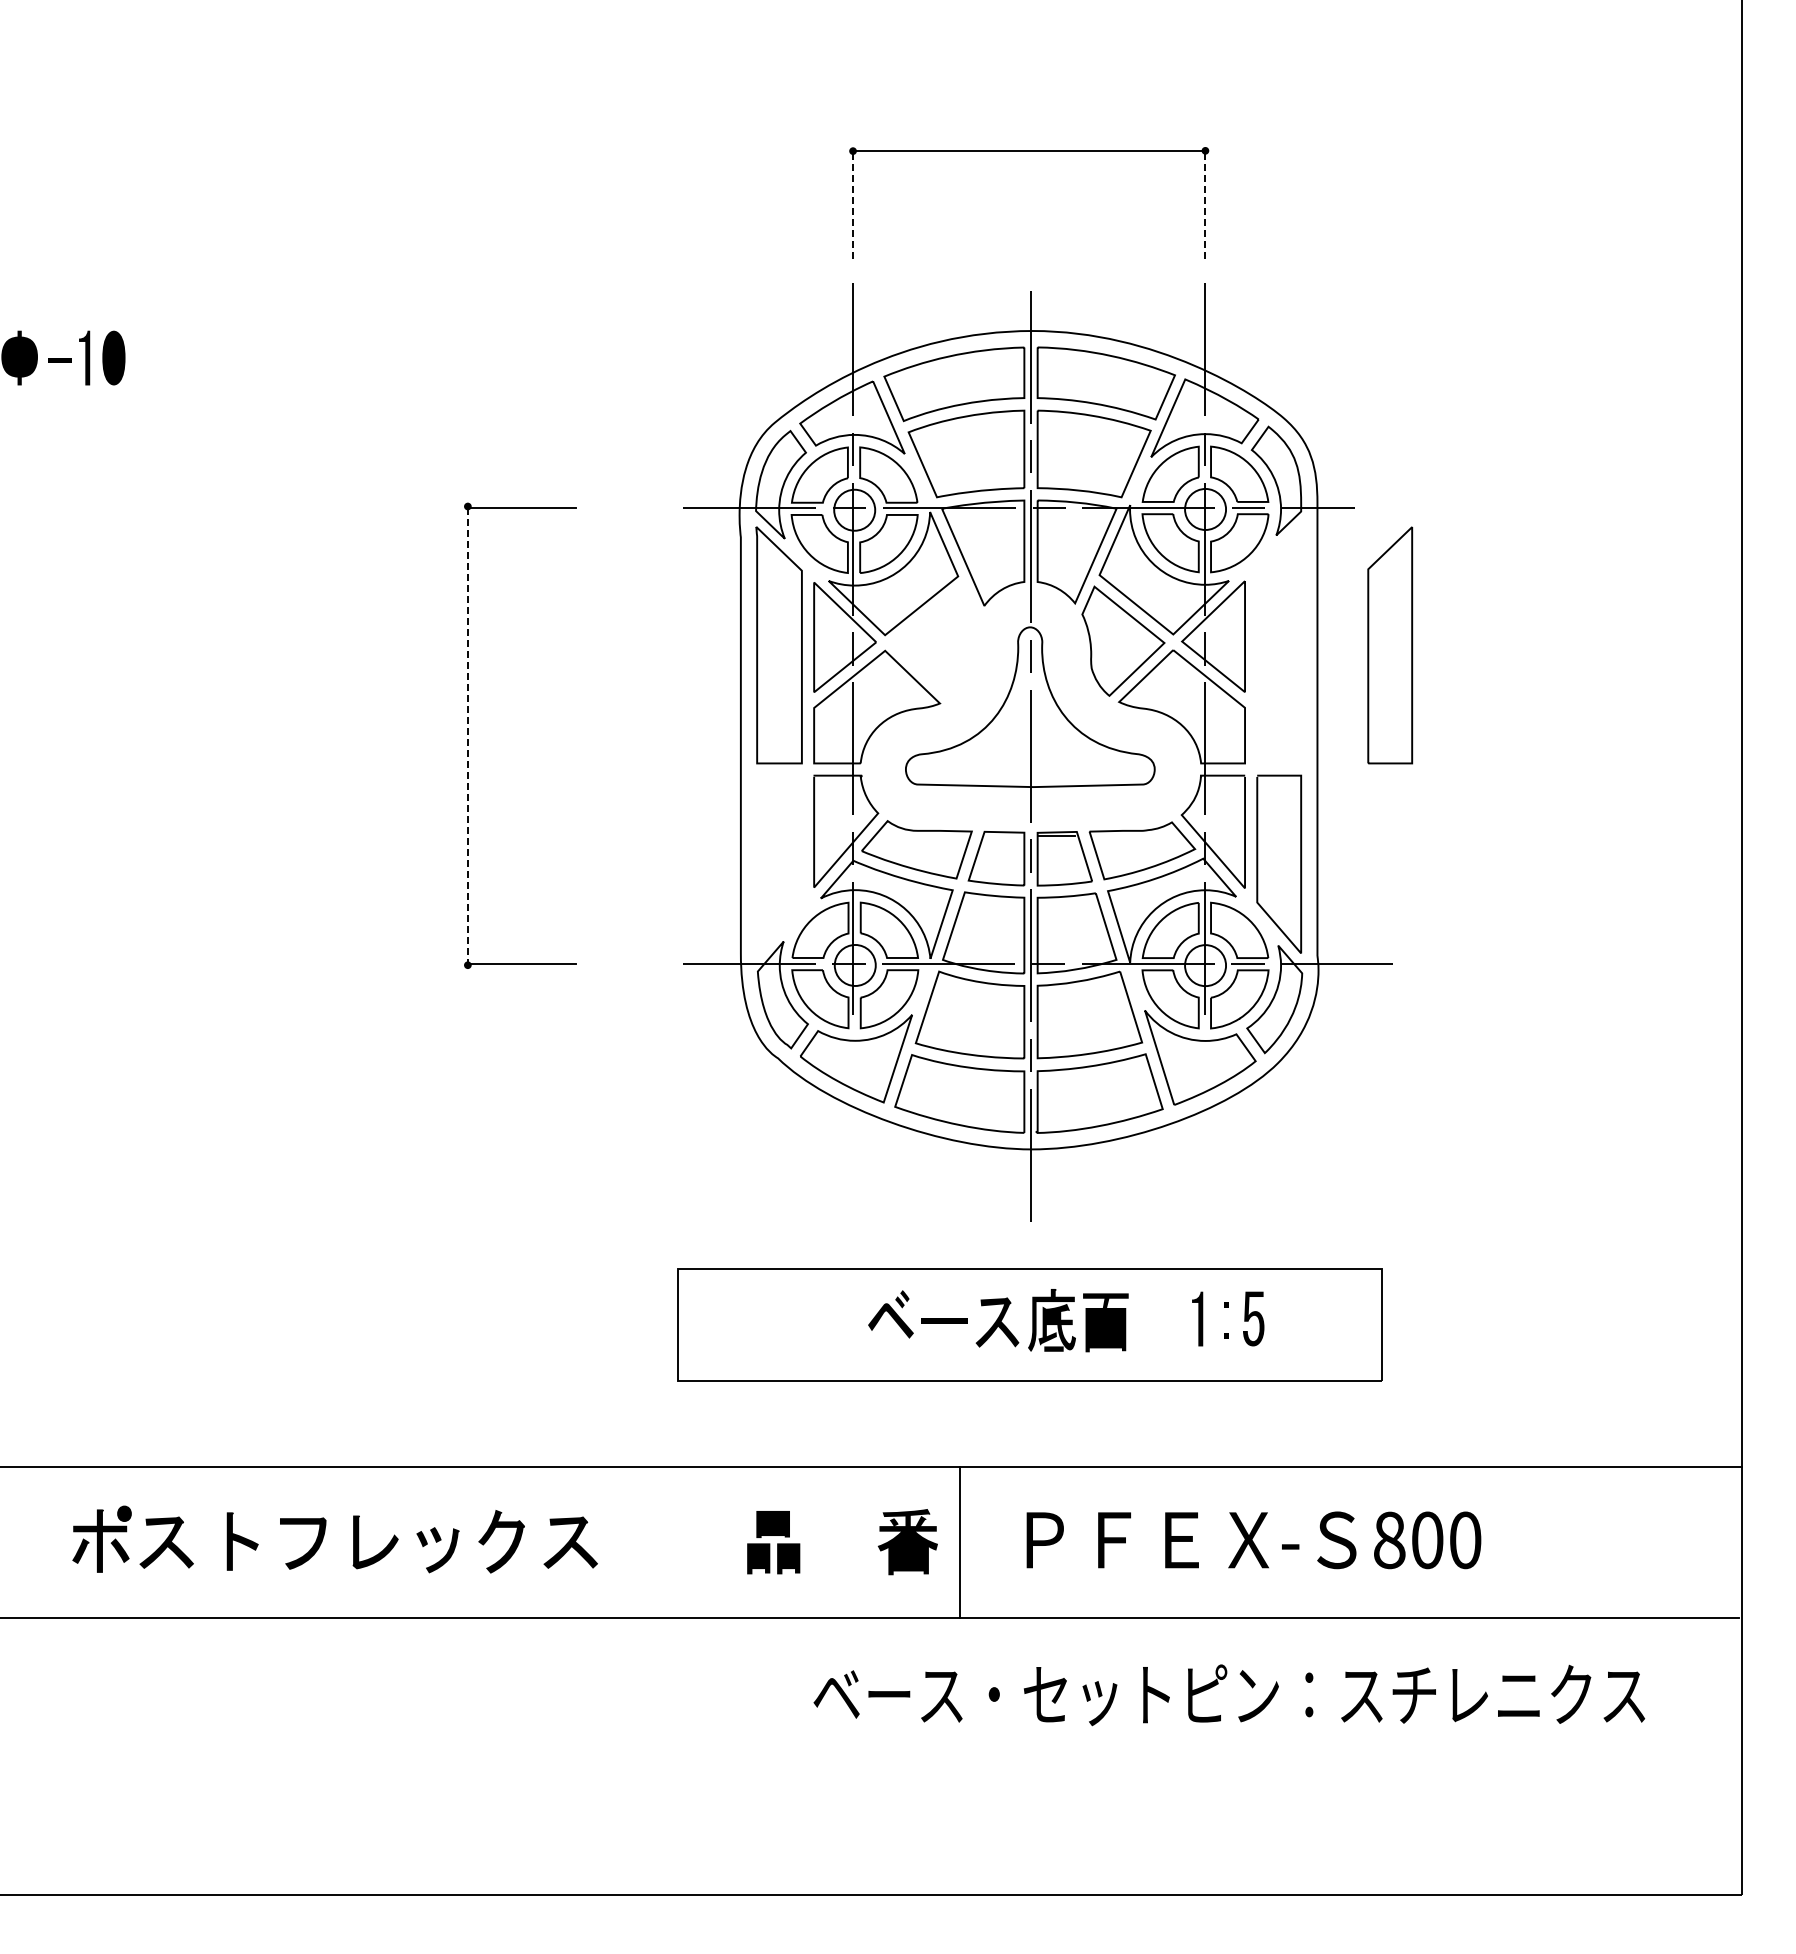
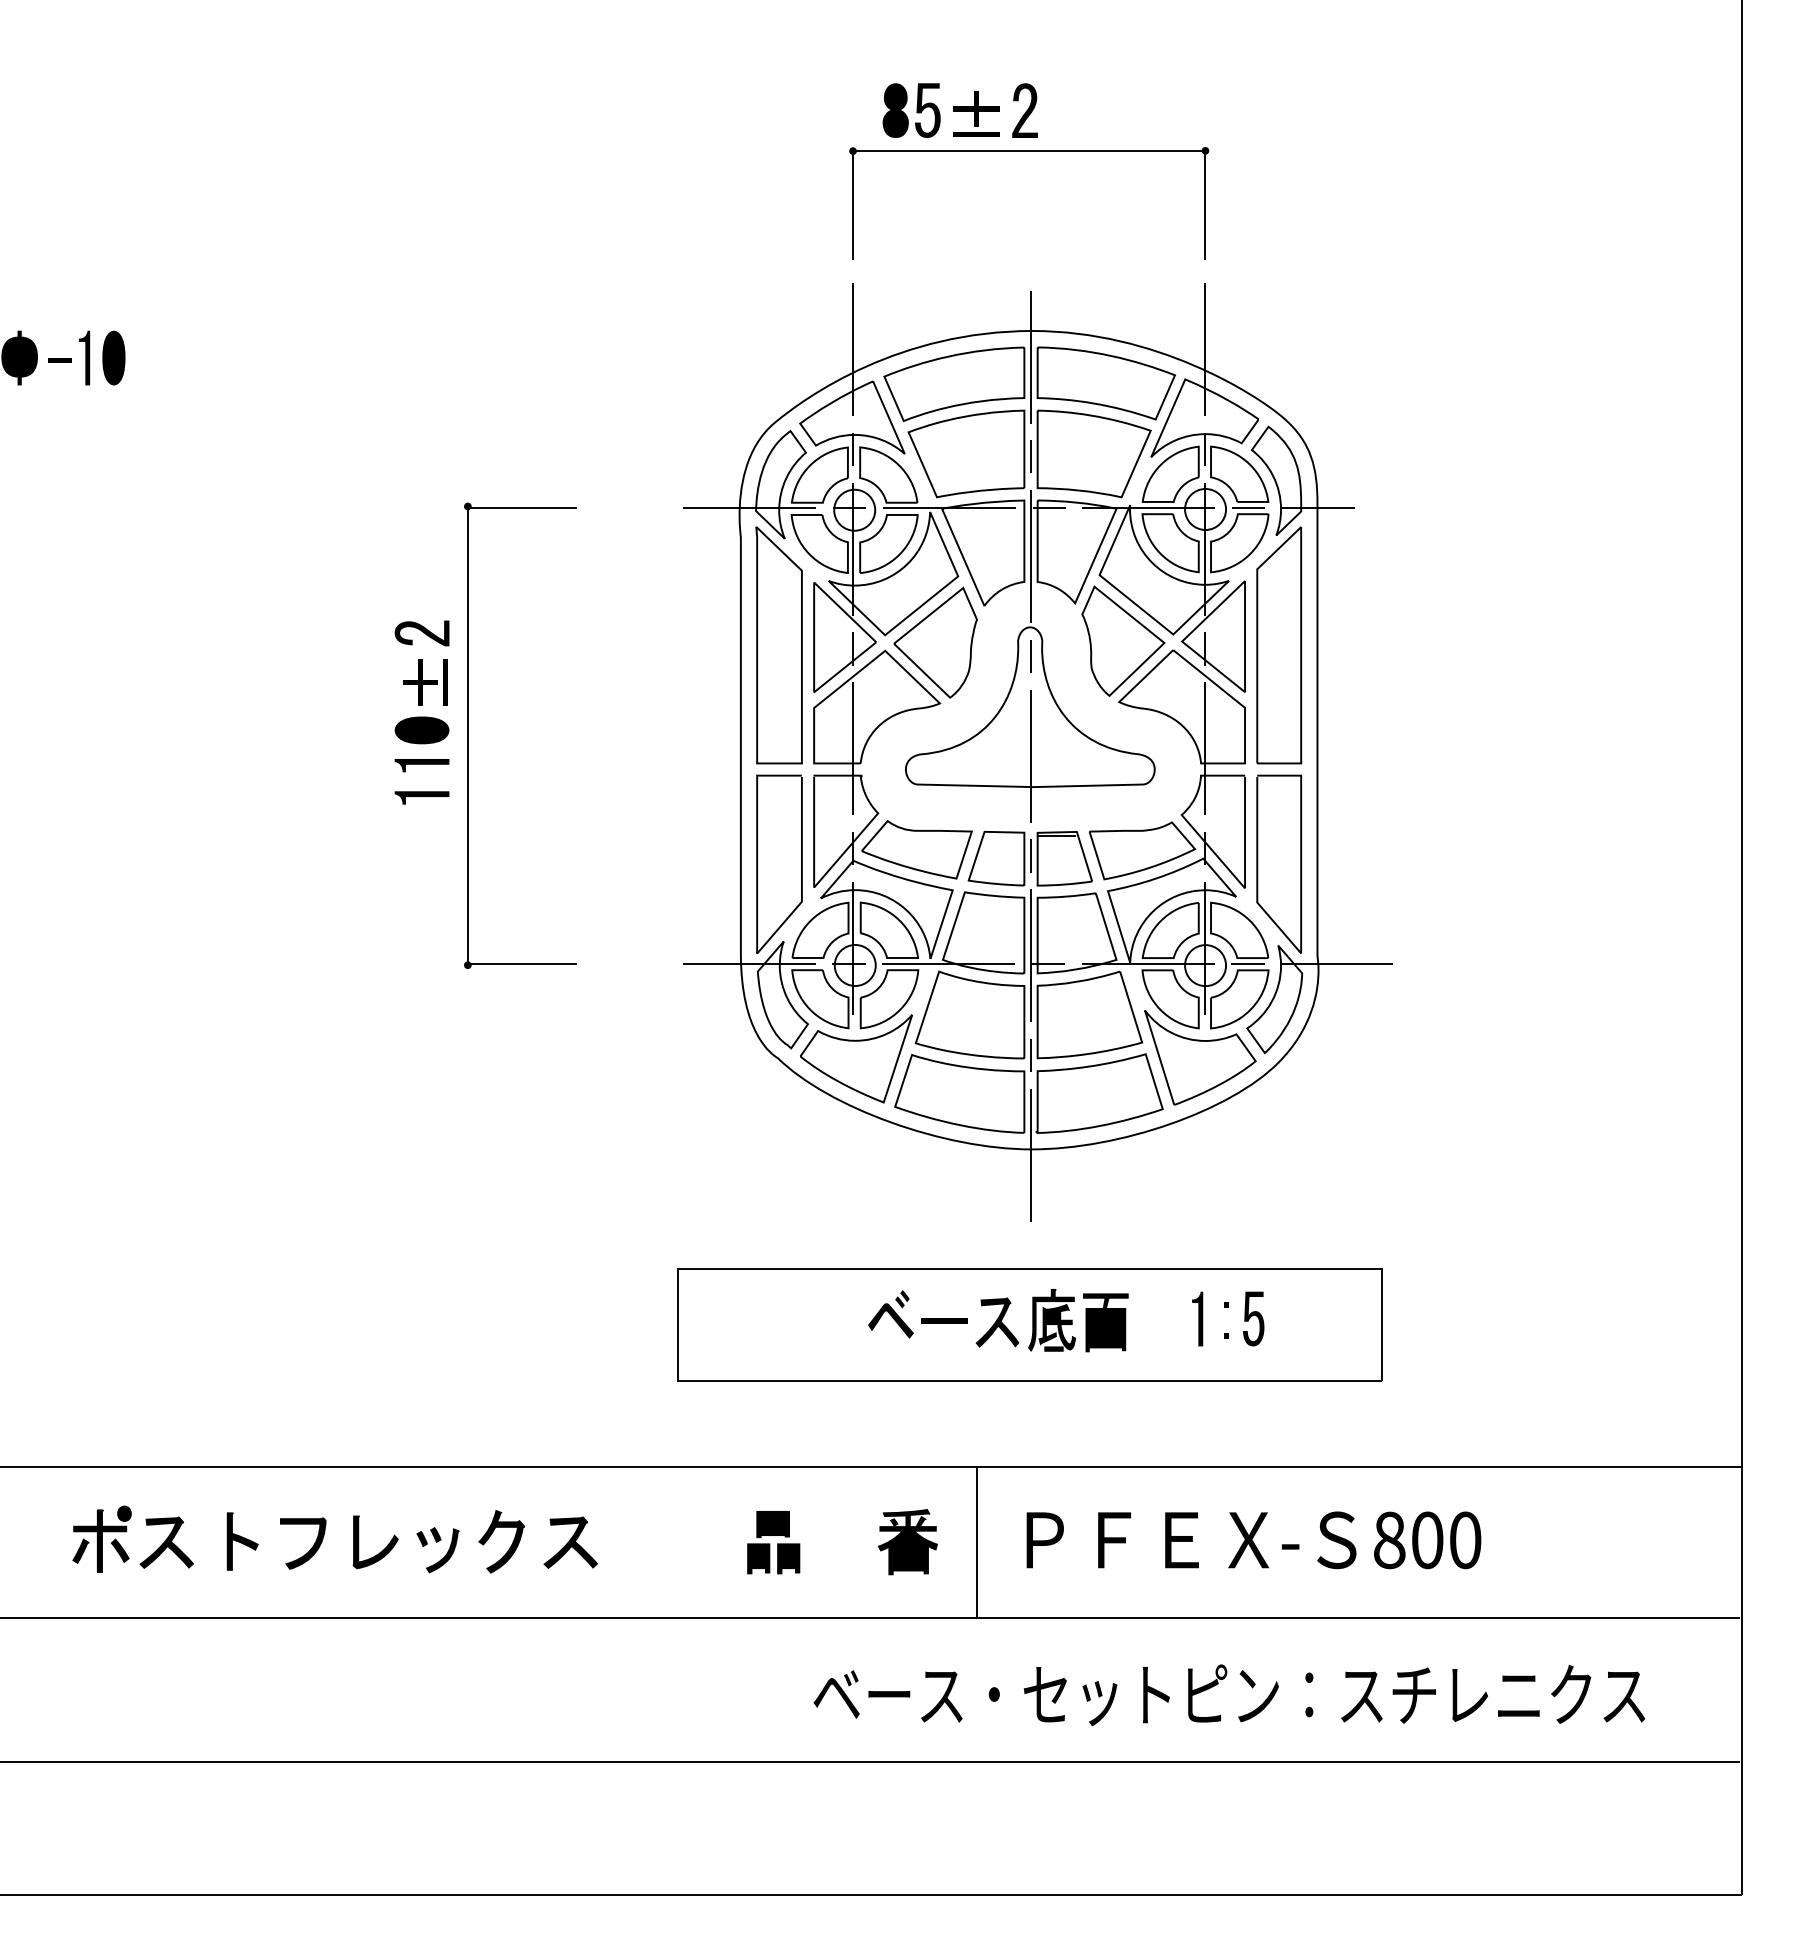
part at (959, 110): none -> present
line at (853, 204): dashed -> solid
line at (1205, 204): dashed -> solid
part at (935, 642): none -> present
part at (1390, 645) position: (1390, 645) -> (1279, 645)
part at (421, 712): none -> present
line at (467, 736): dashed -> solid
curve at (758, 863): none -> present
line at (960, 1542) position: (960, 1542) -> (977, 1542)
line at (870, 1762): none -> present
